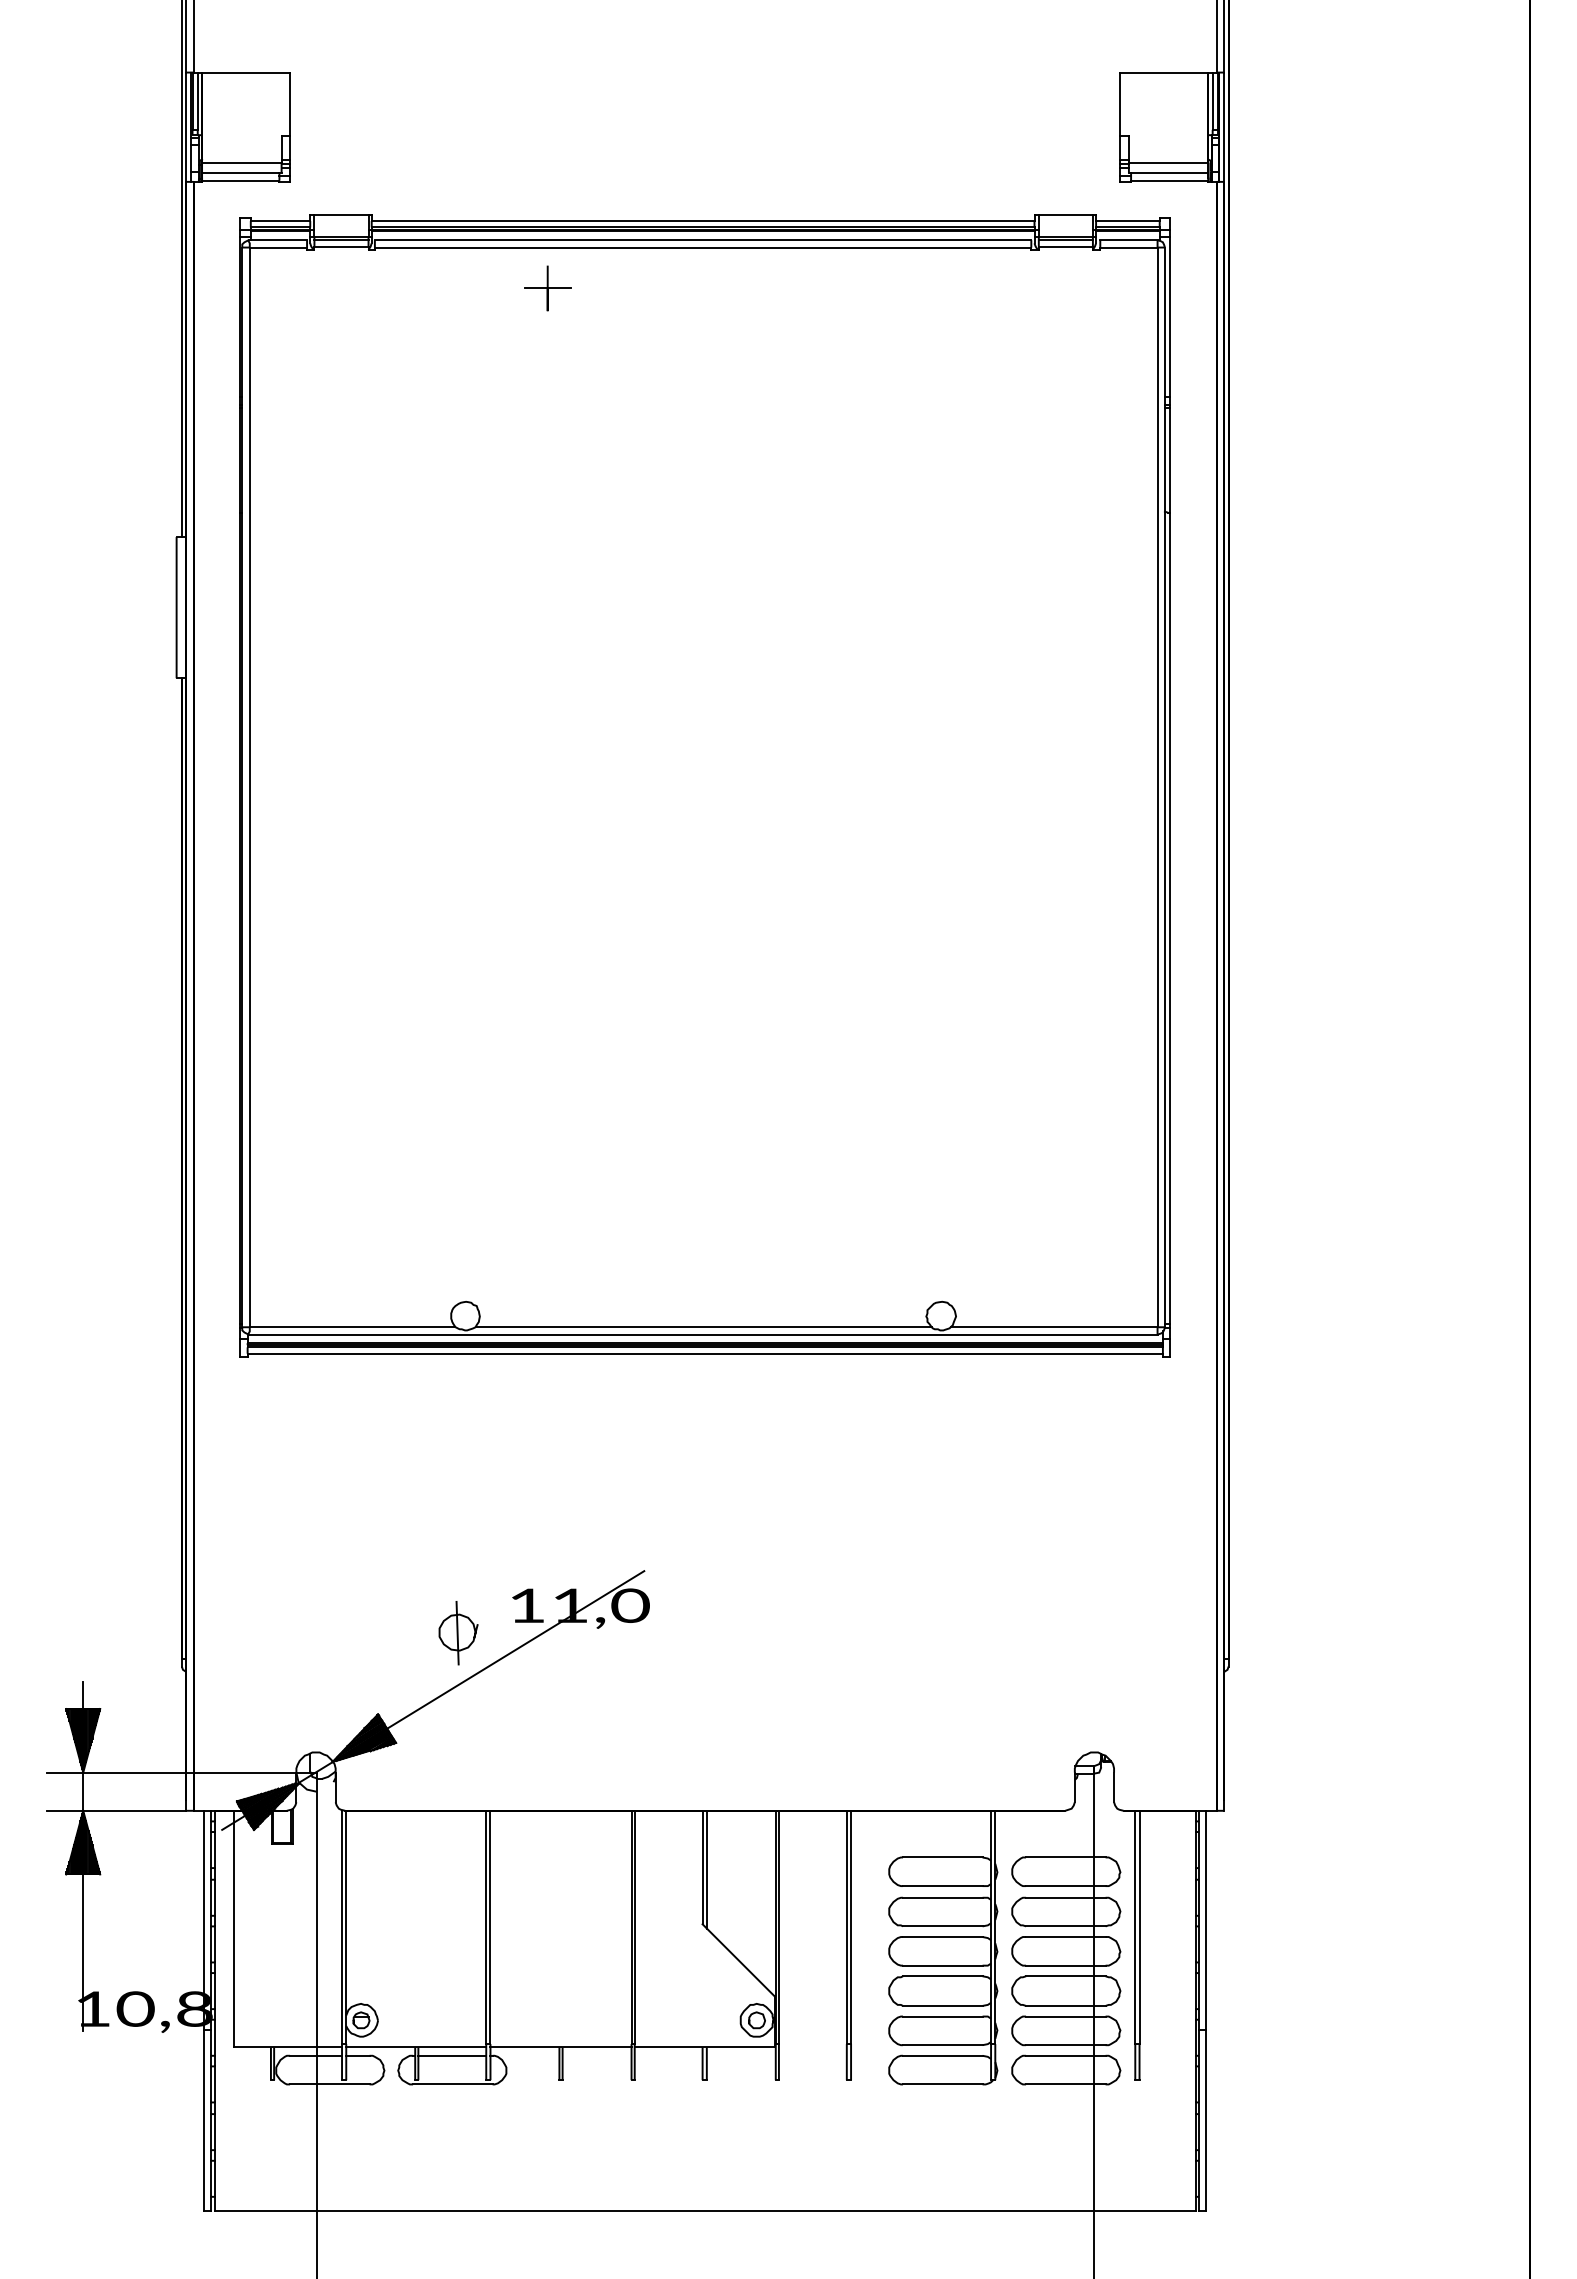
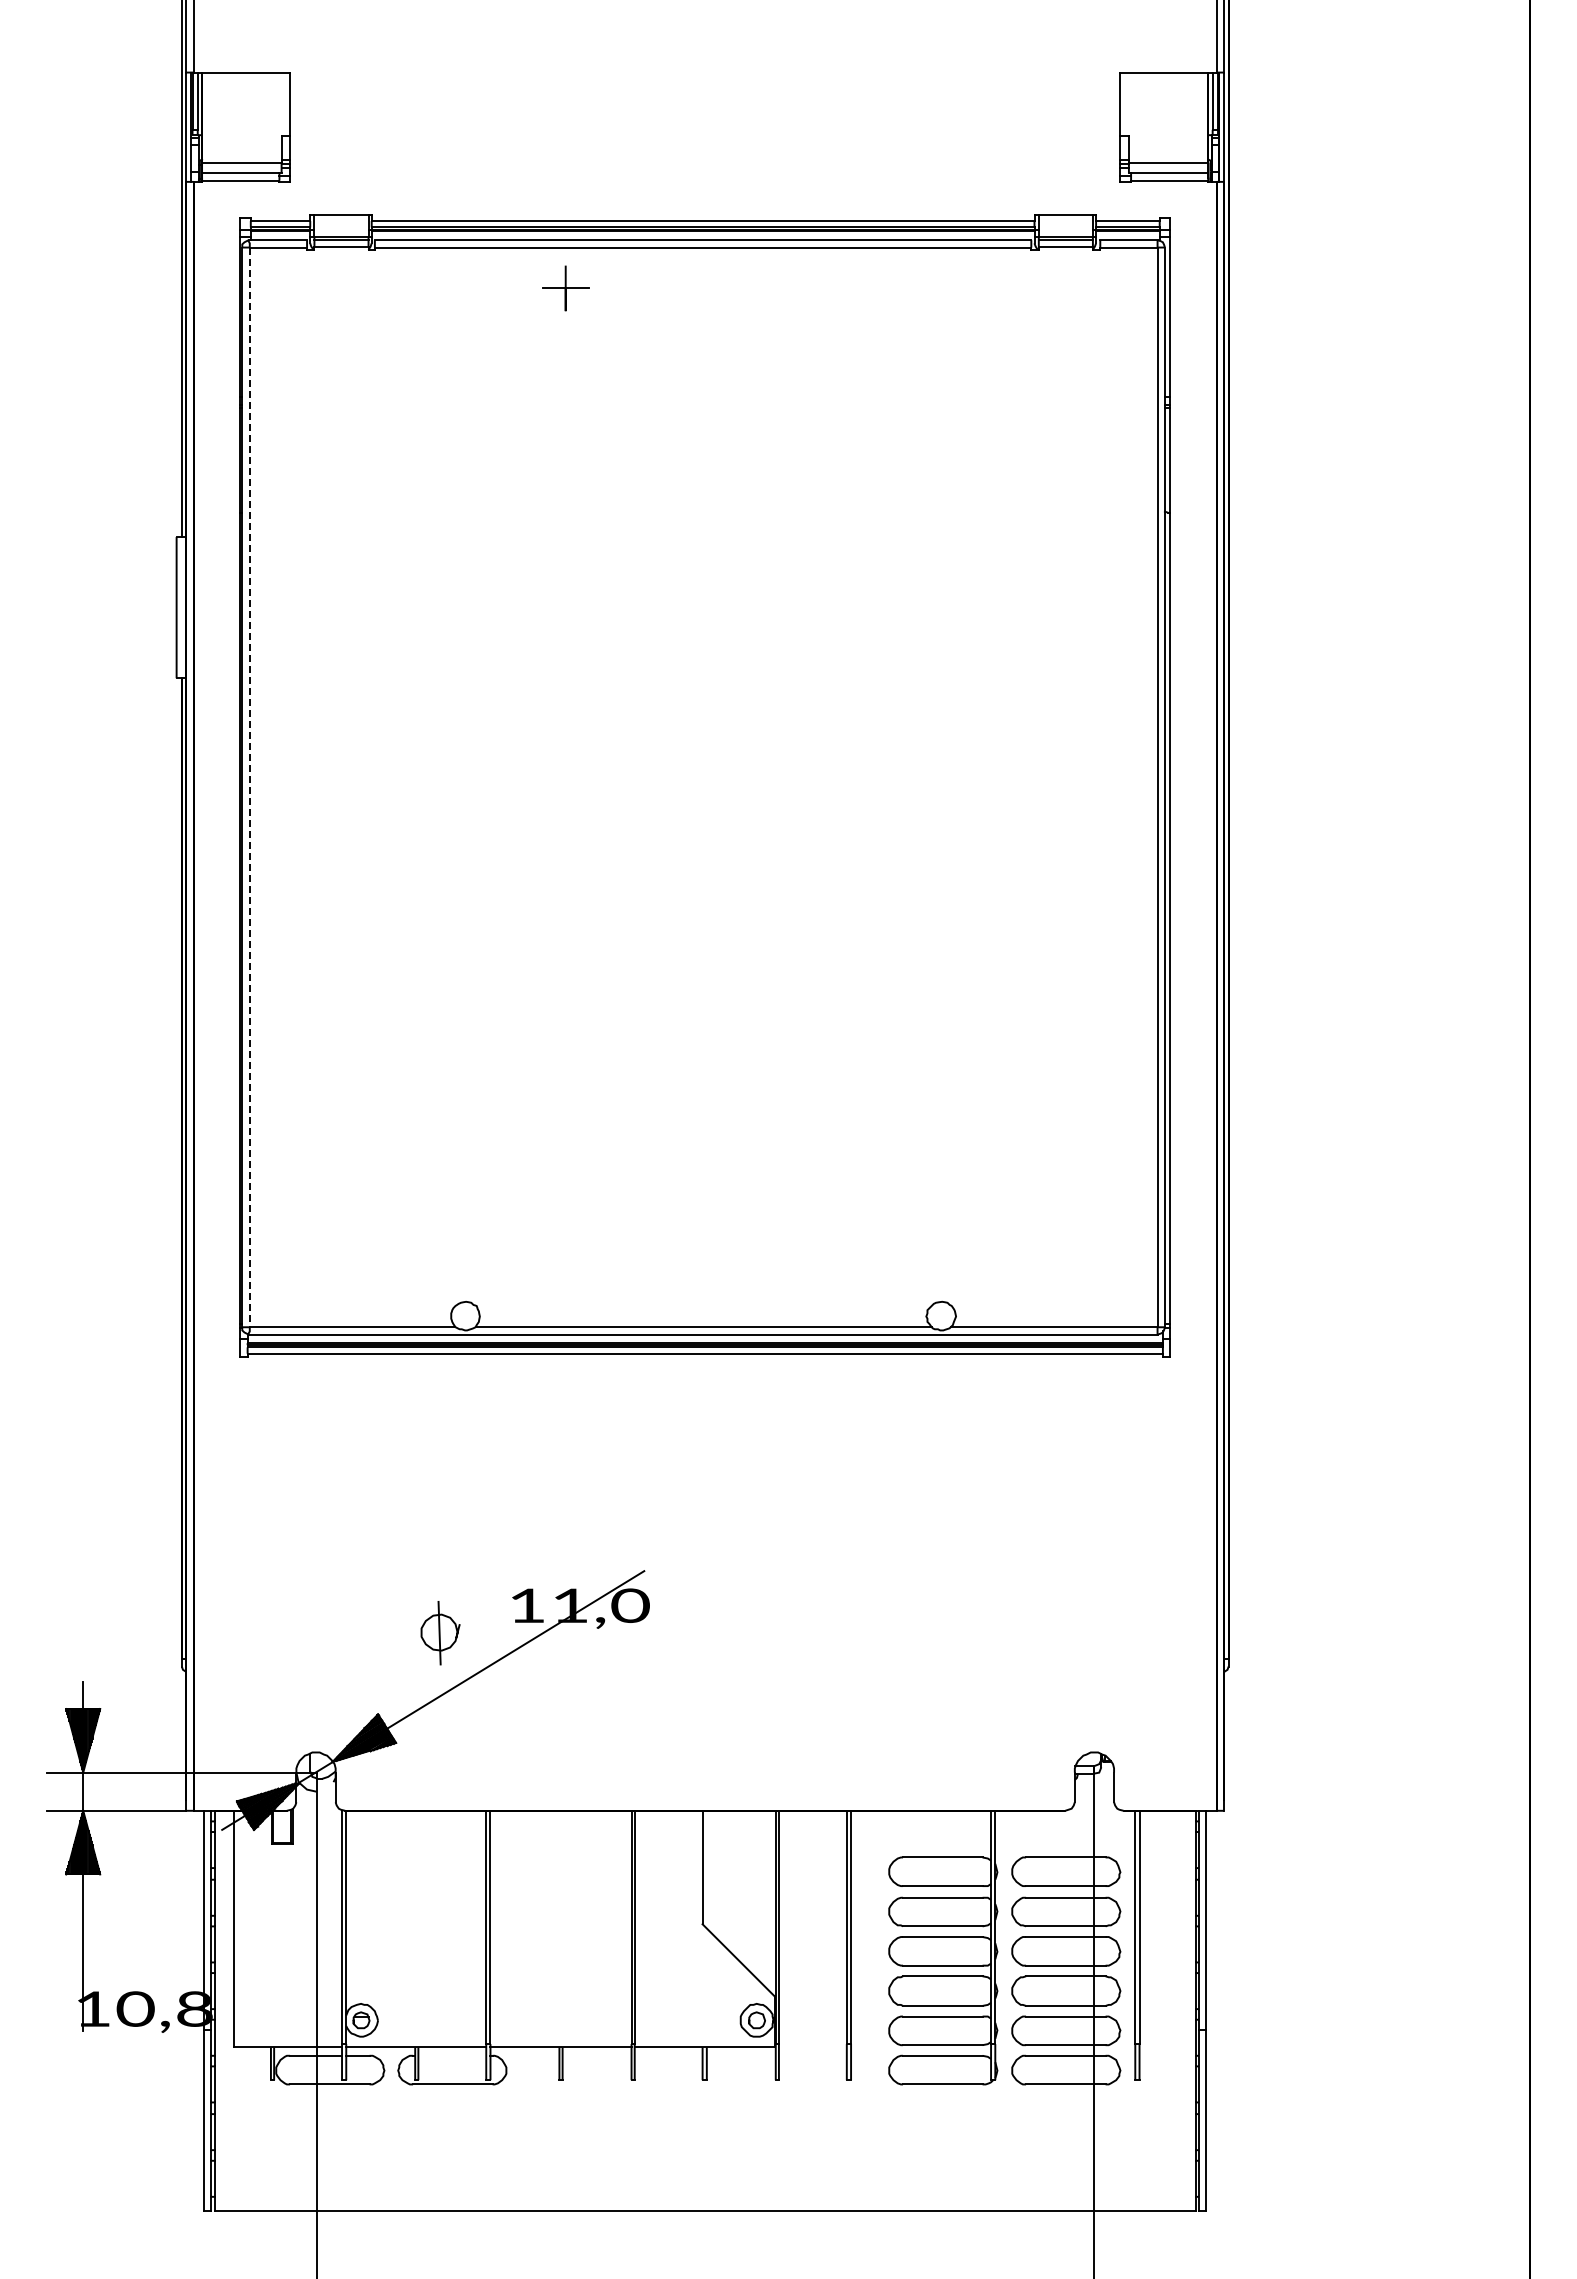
part at (547, 288) position: (547, 288) -> (565, 288)
line at (249, 787): solid -> dashed
part at (458, 1633) position: (458, 1633) -> (440, 1633)
line at (706, 1869): present -> none
line at (452, 2055): present -> none
